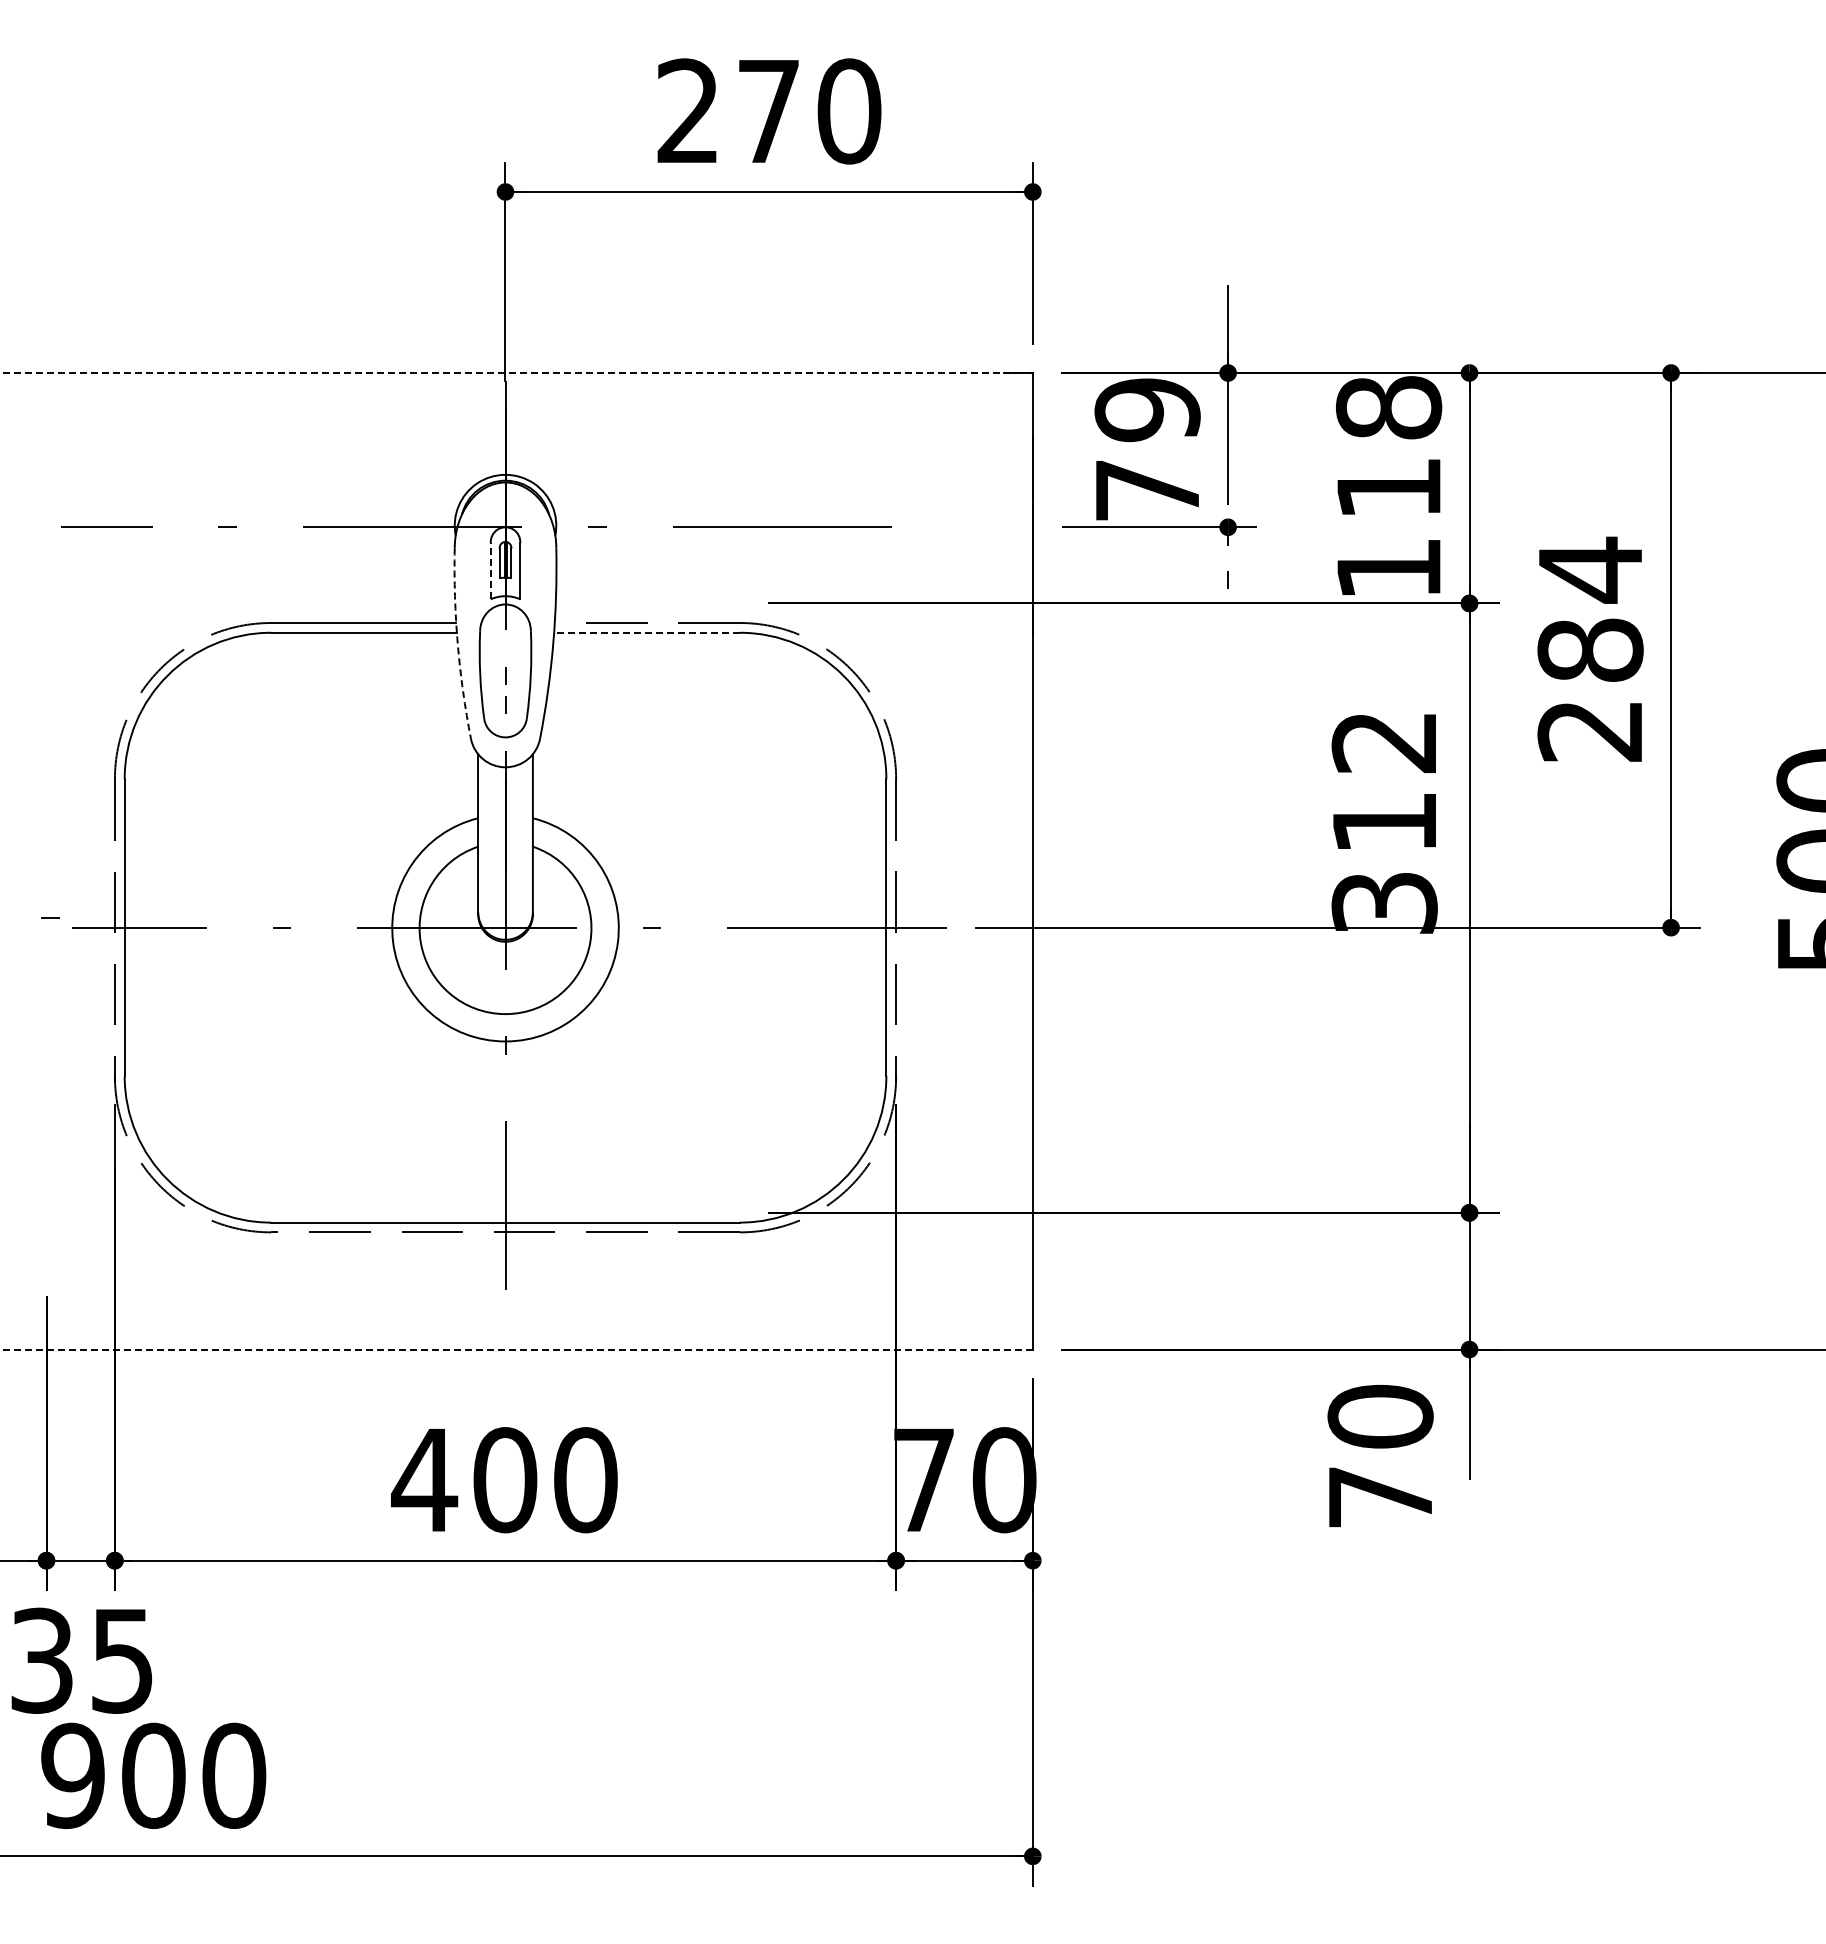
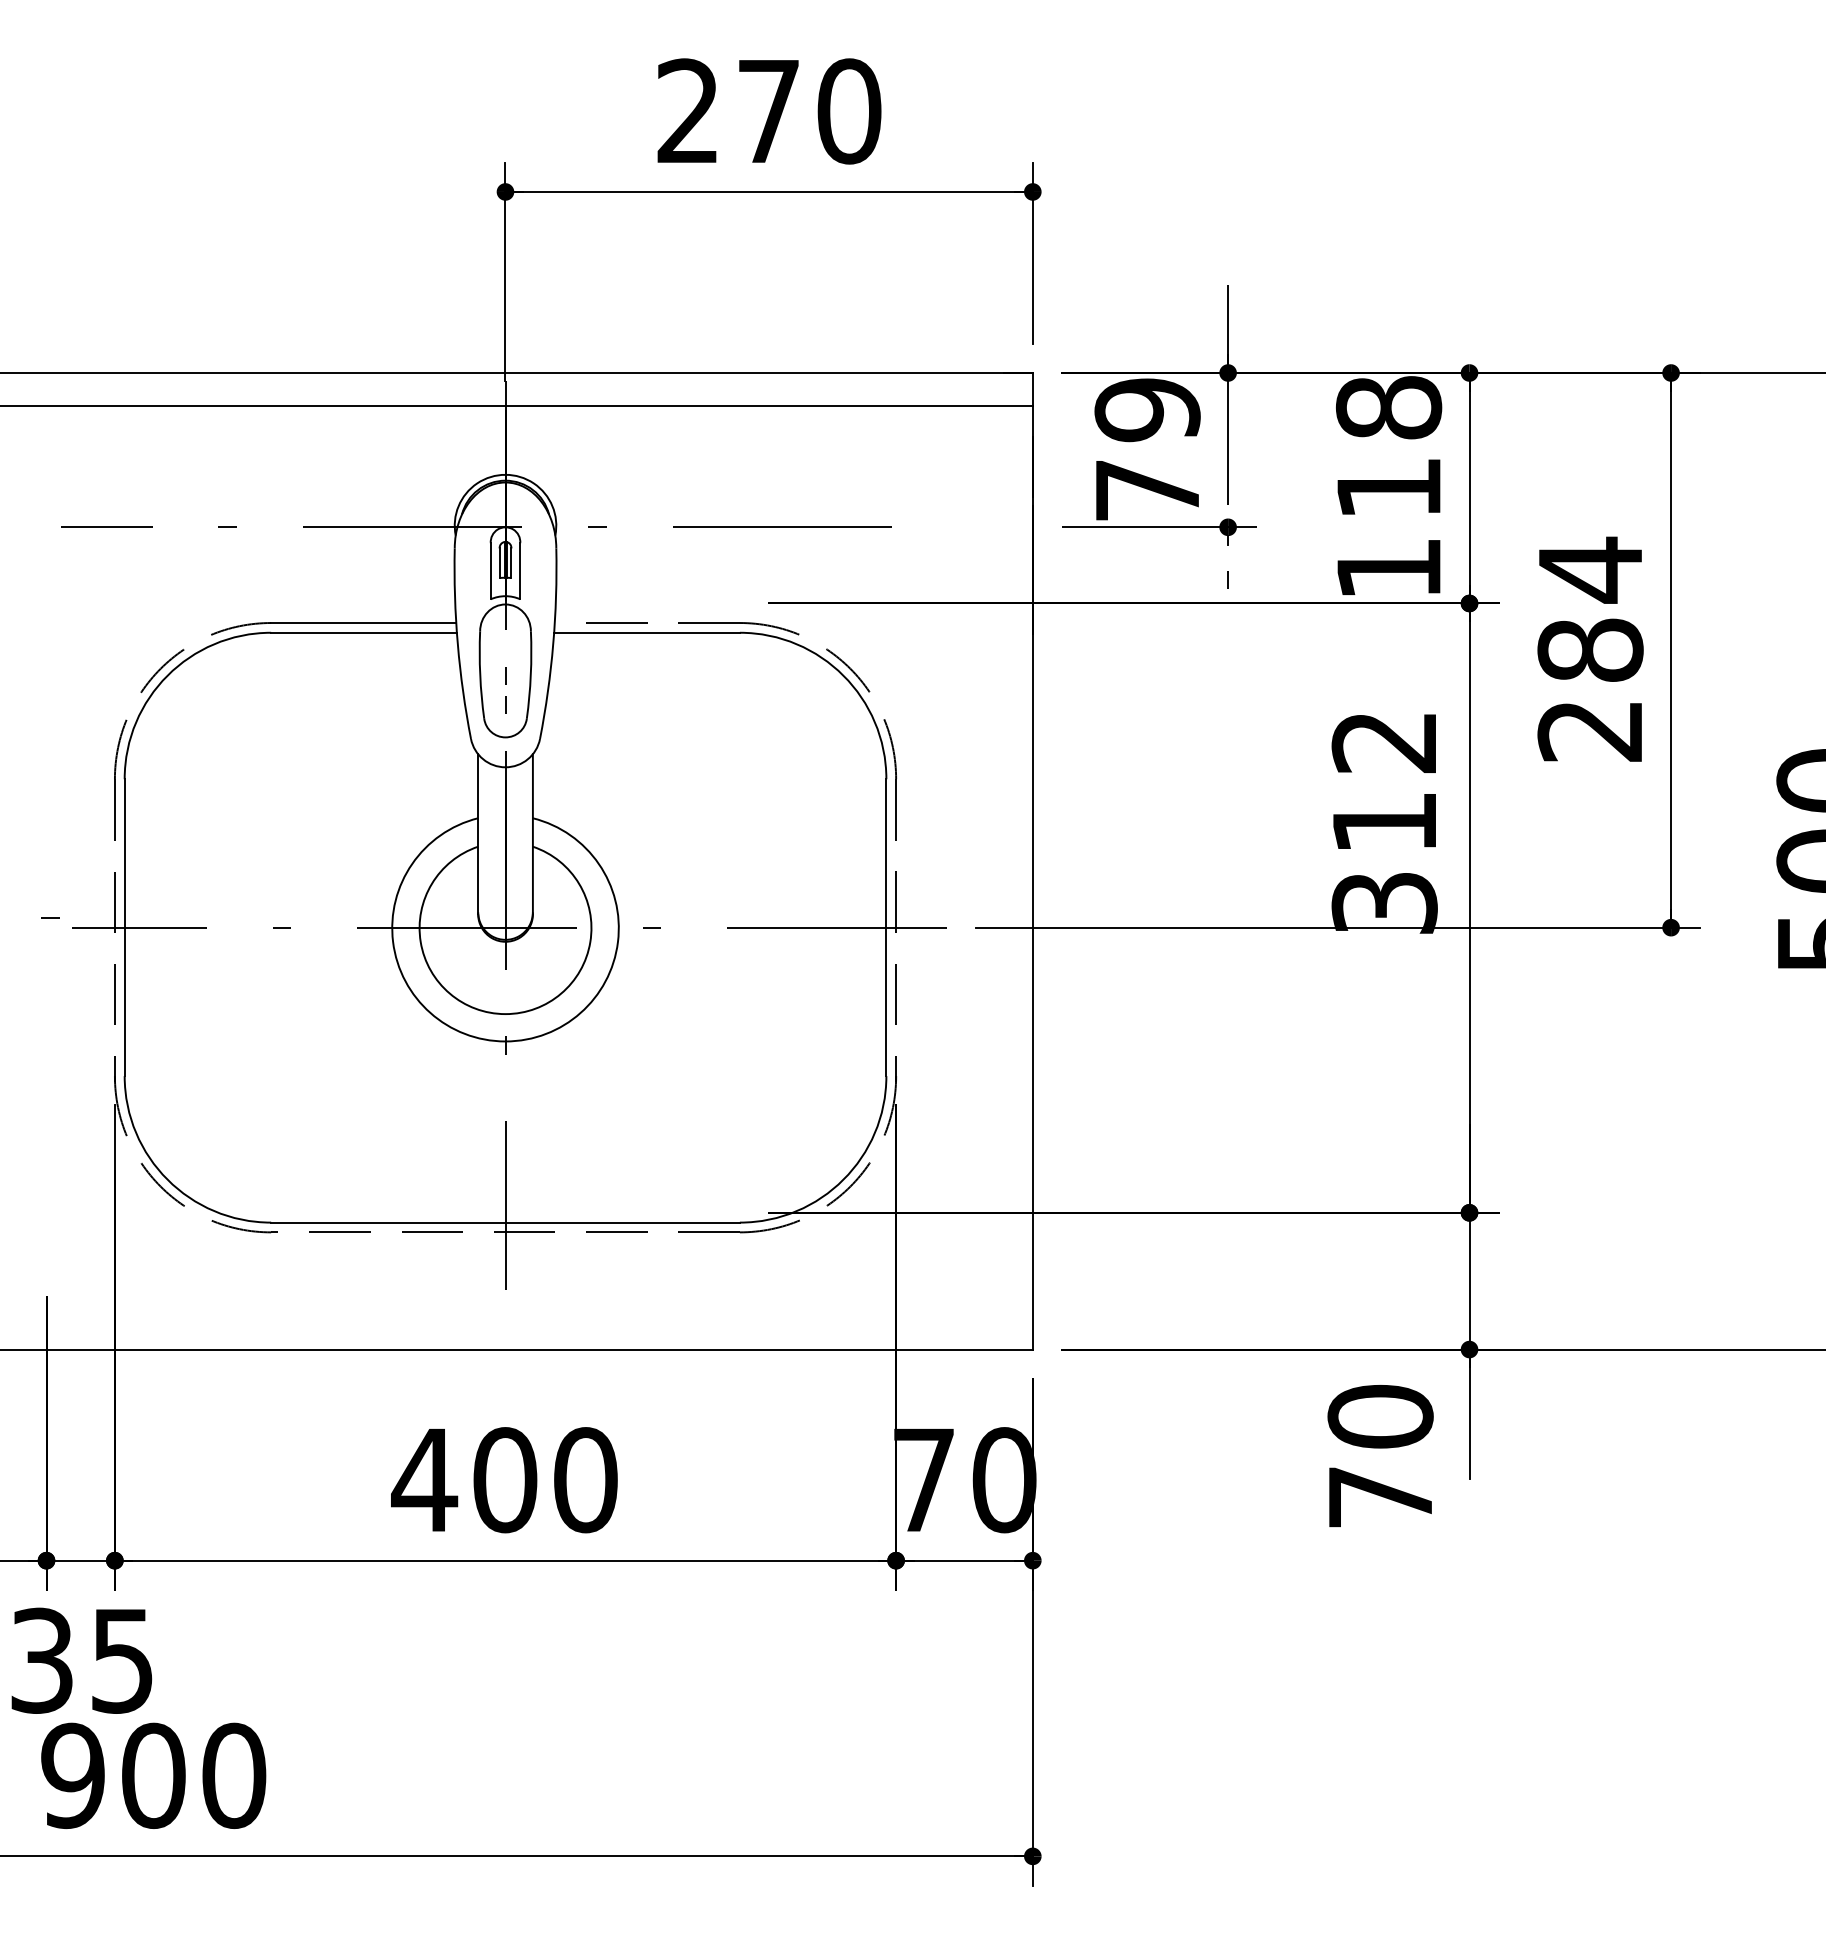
line at (515, 373): dashed -> solid
line at (517, 406): none -> present
line at (490, 570): dashed -> solid
line at (647, 632): dashed -> solid
arc at (457, 644): dashed -> solid
line at (515, 1349): dashed -> solid
